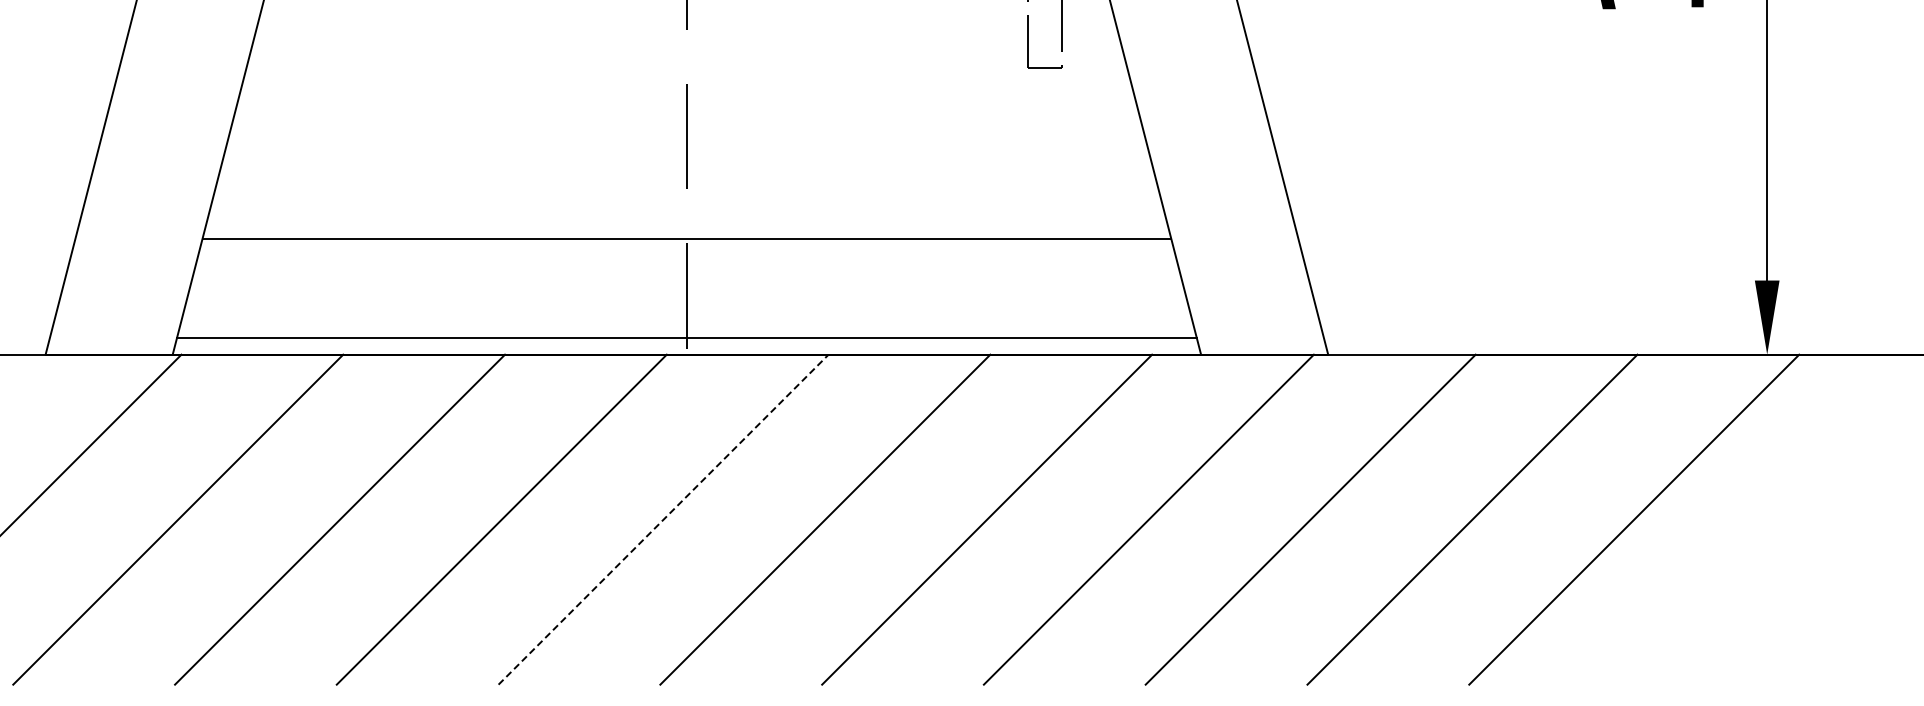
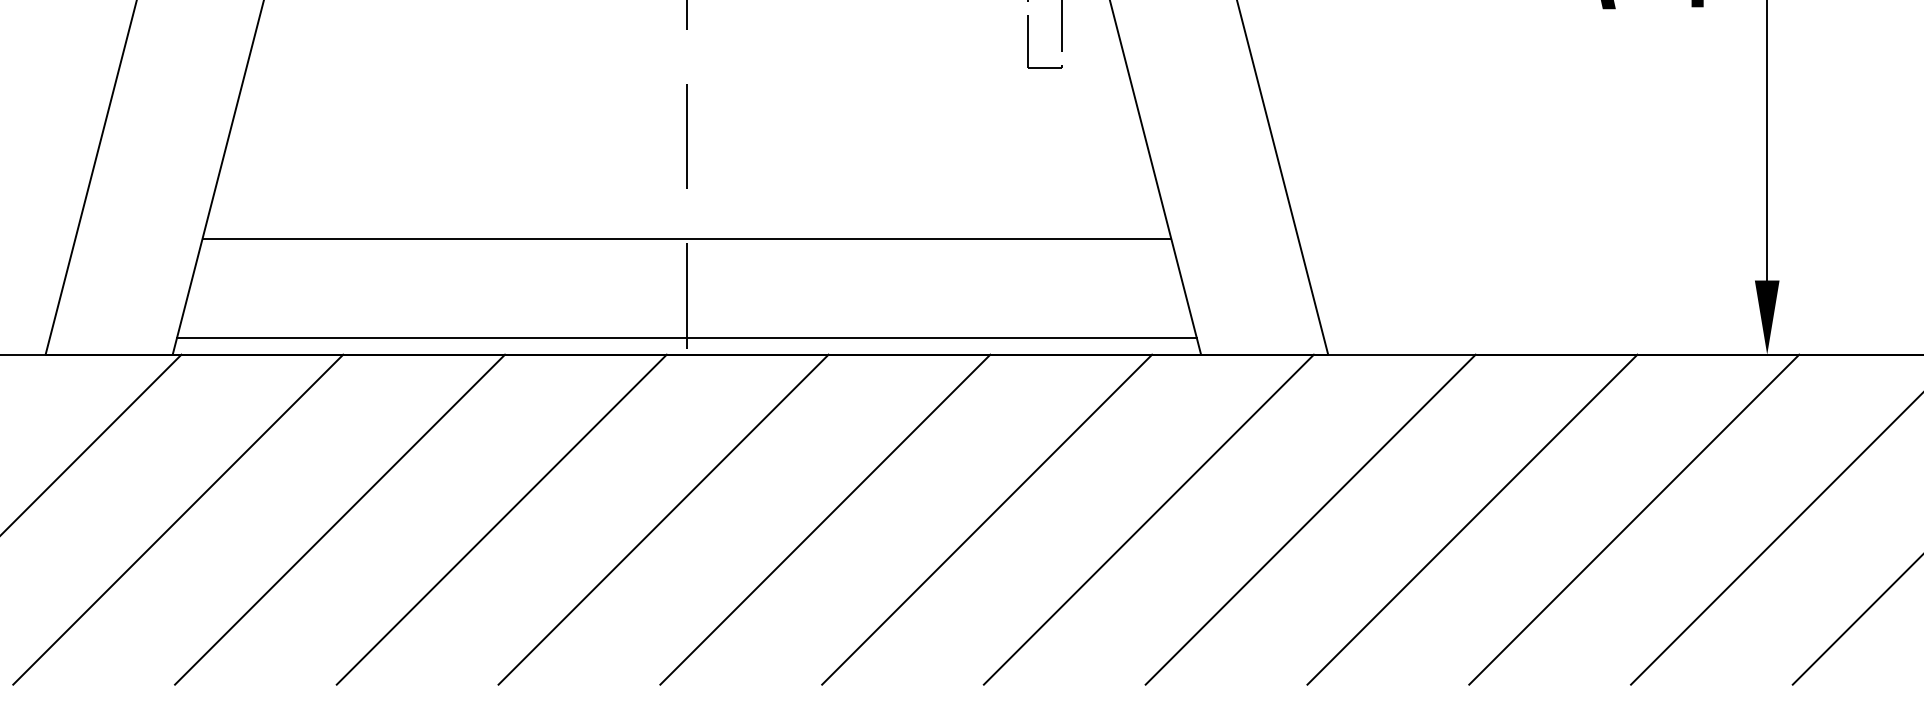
line at (663, 519): dashed -> solid
line at (1775, 539): none -> present
line at (1856, 620): none -> present
